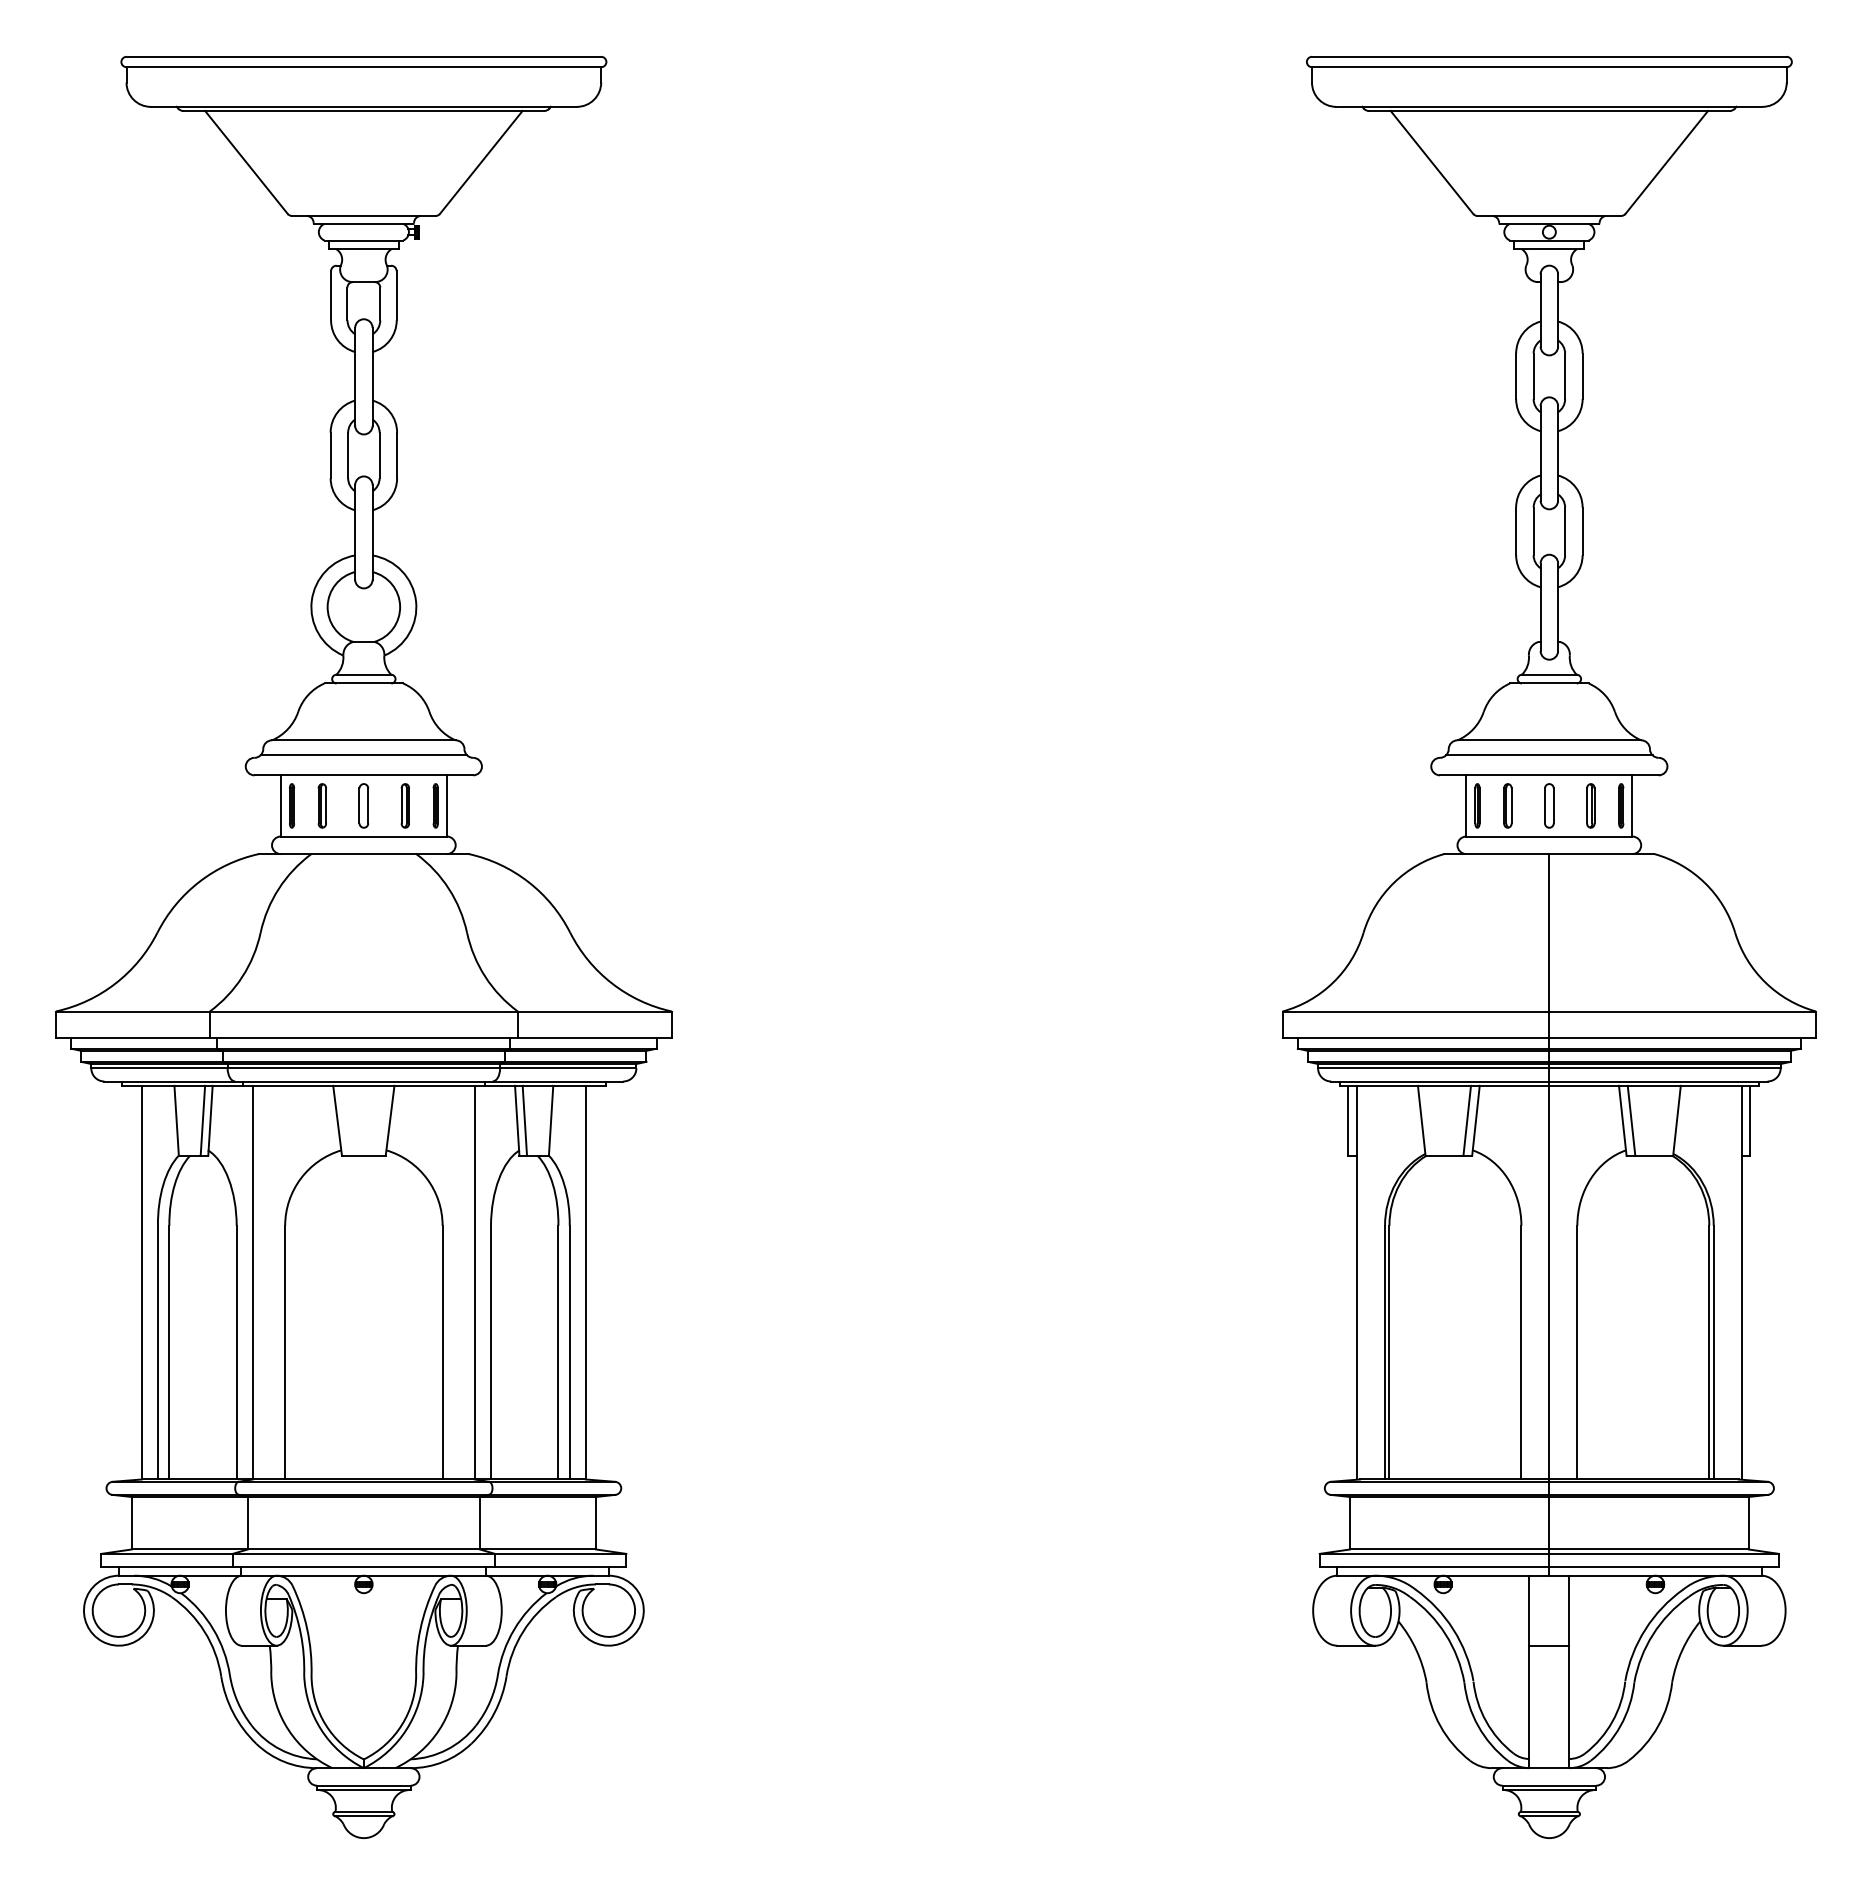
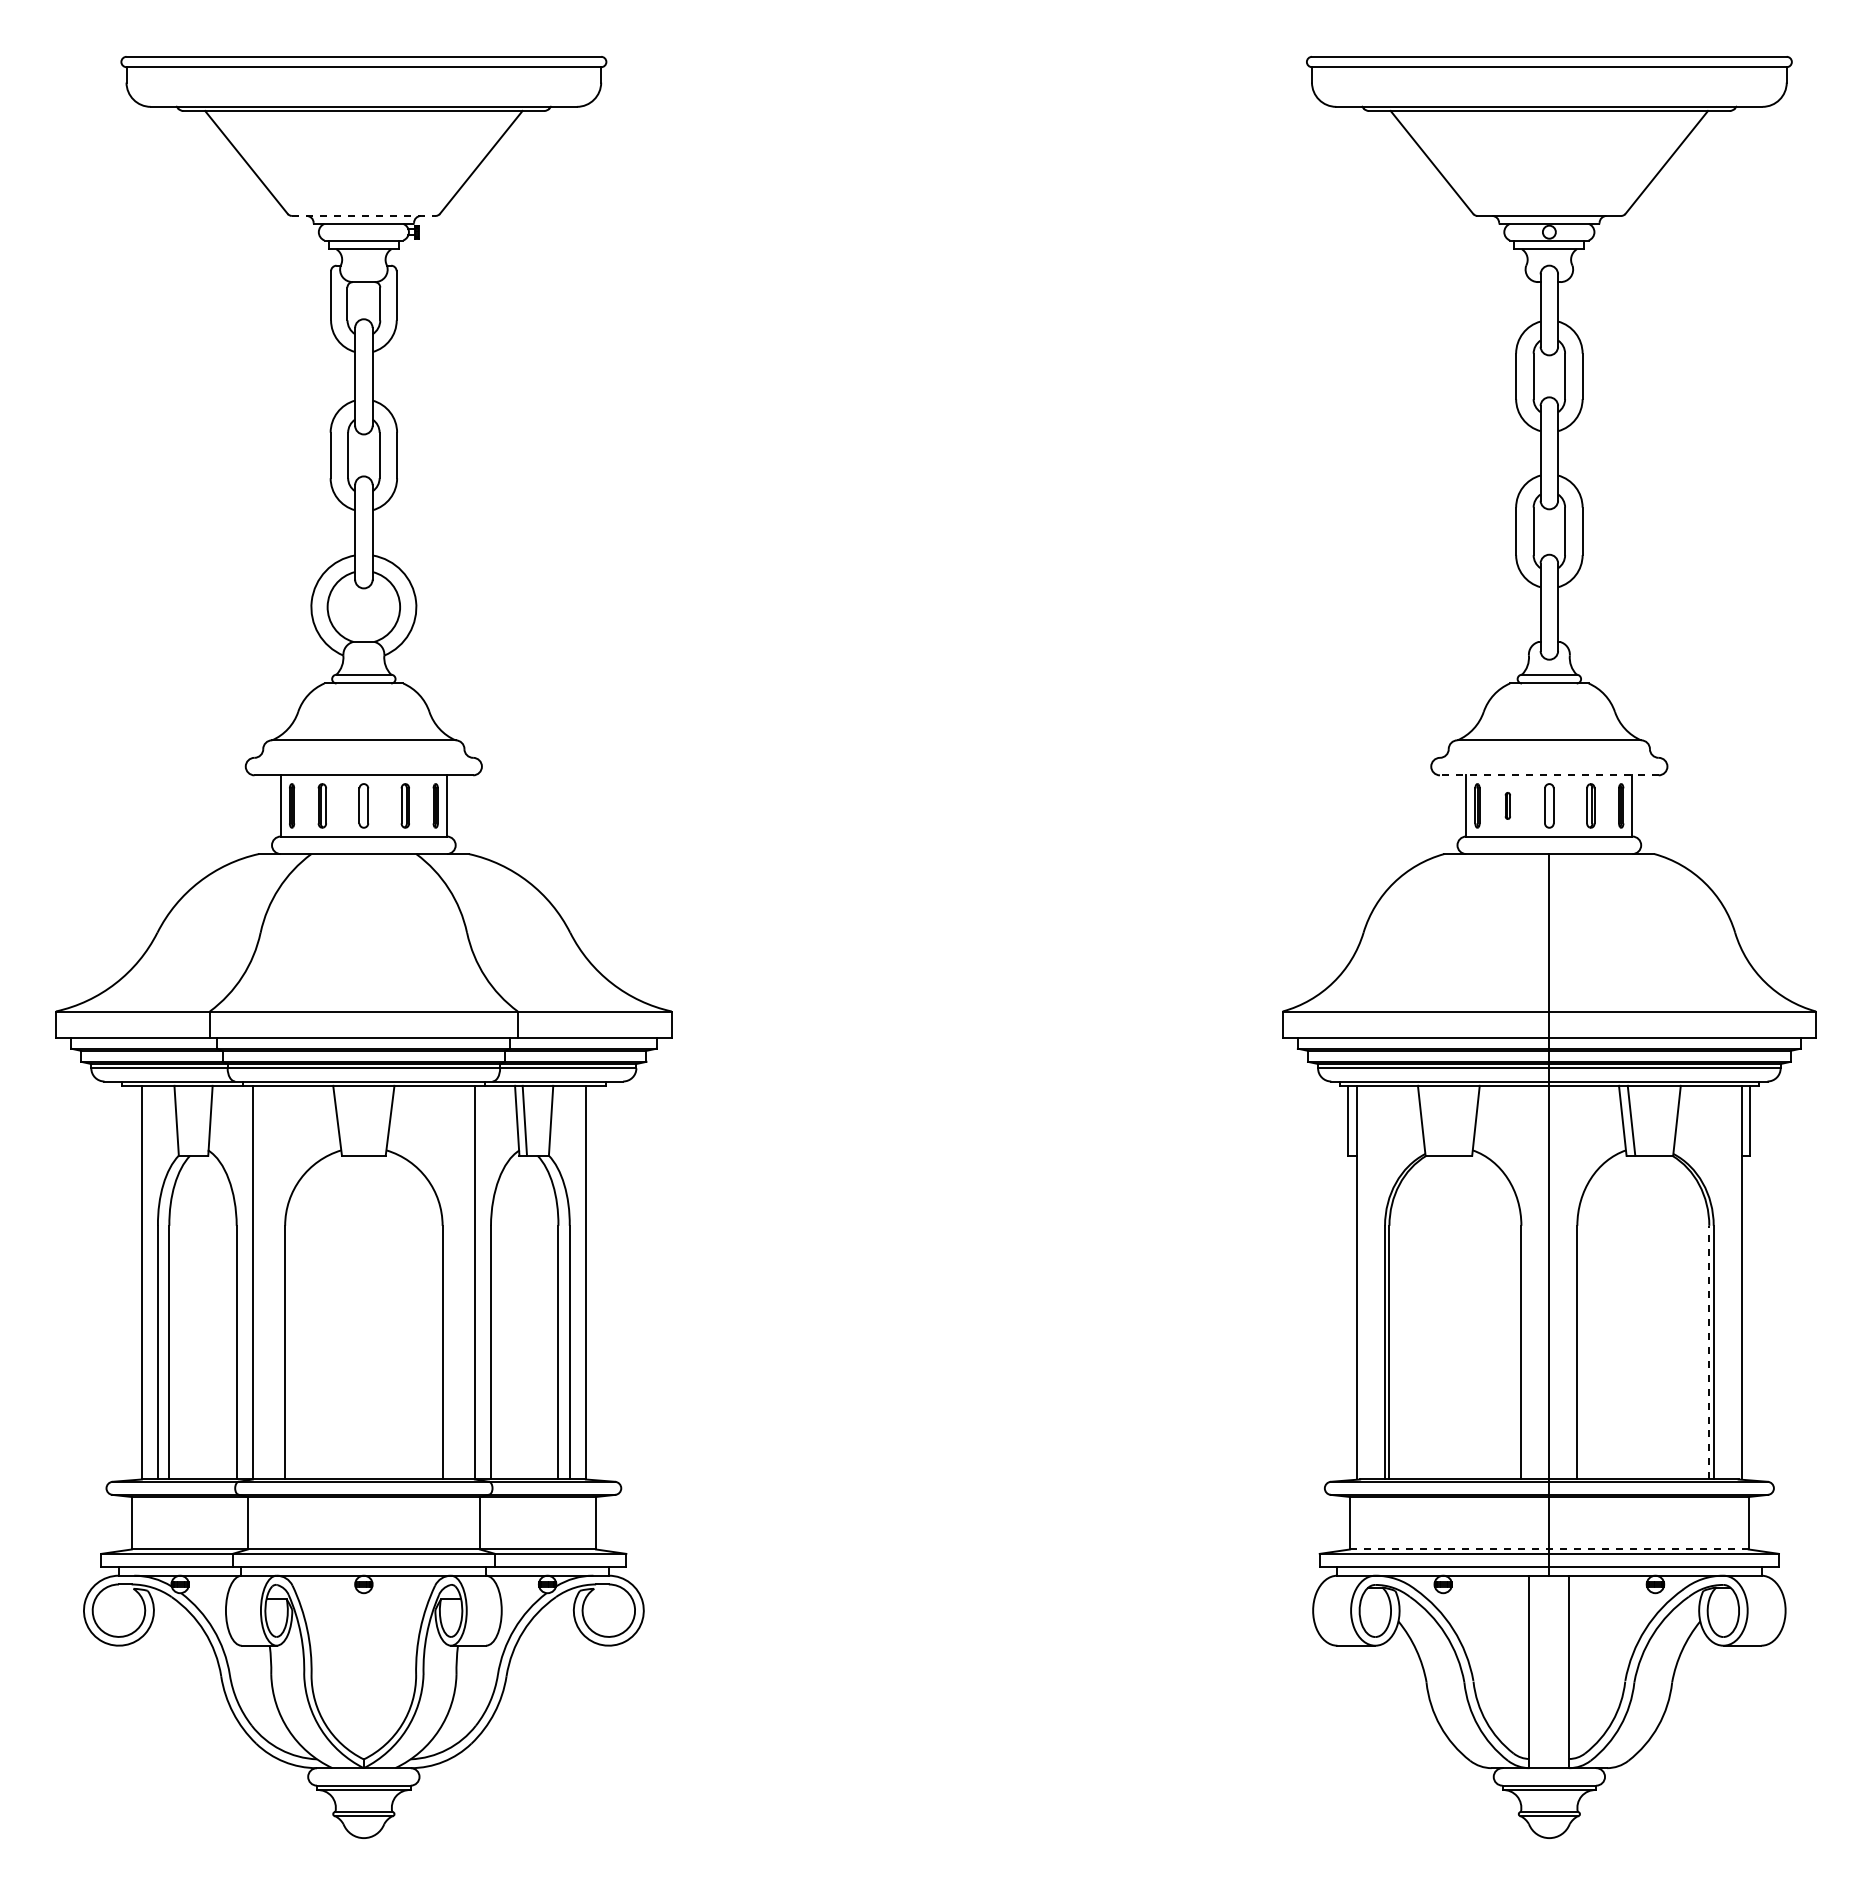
line at (363, 215): solid -> dashed
line at (363, 755): present -> none
line at (1549, 755): present -> none
line at (1548, 775): solid -> dashed
part at (1507, 805) size: 10x46 px -> 7x28 px
line at (202, 1120): present -> none
line at (1467, 1120): present -> none
line at (1709, 1352): solid -> dashed
line at (1549, 1549): solid -> dashed
line at (1549, 1645): present -> none
